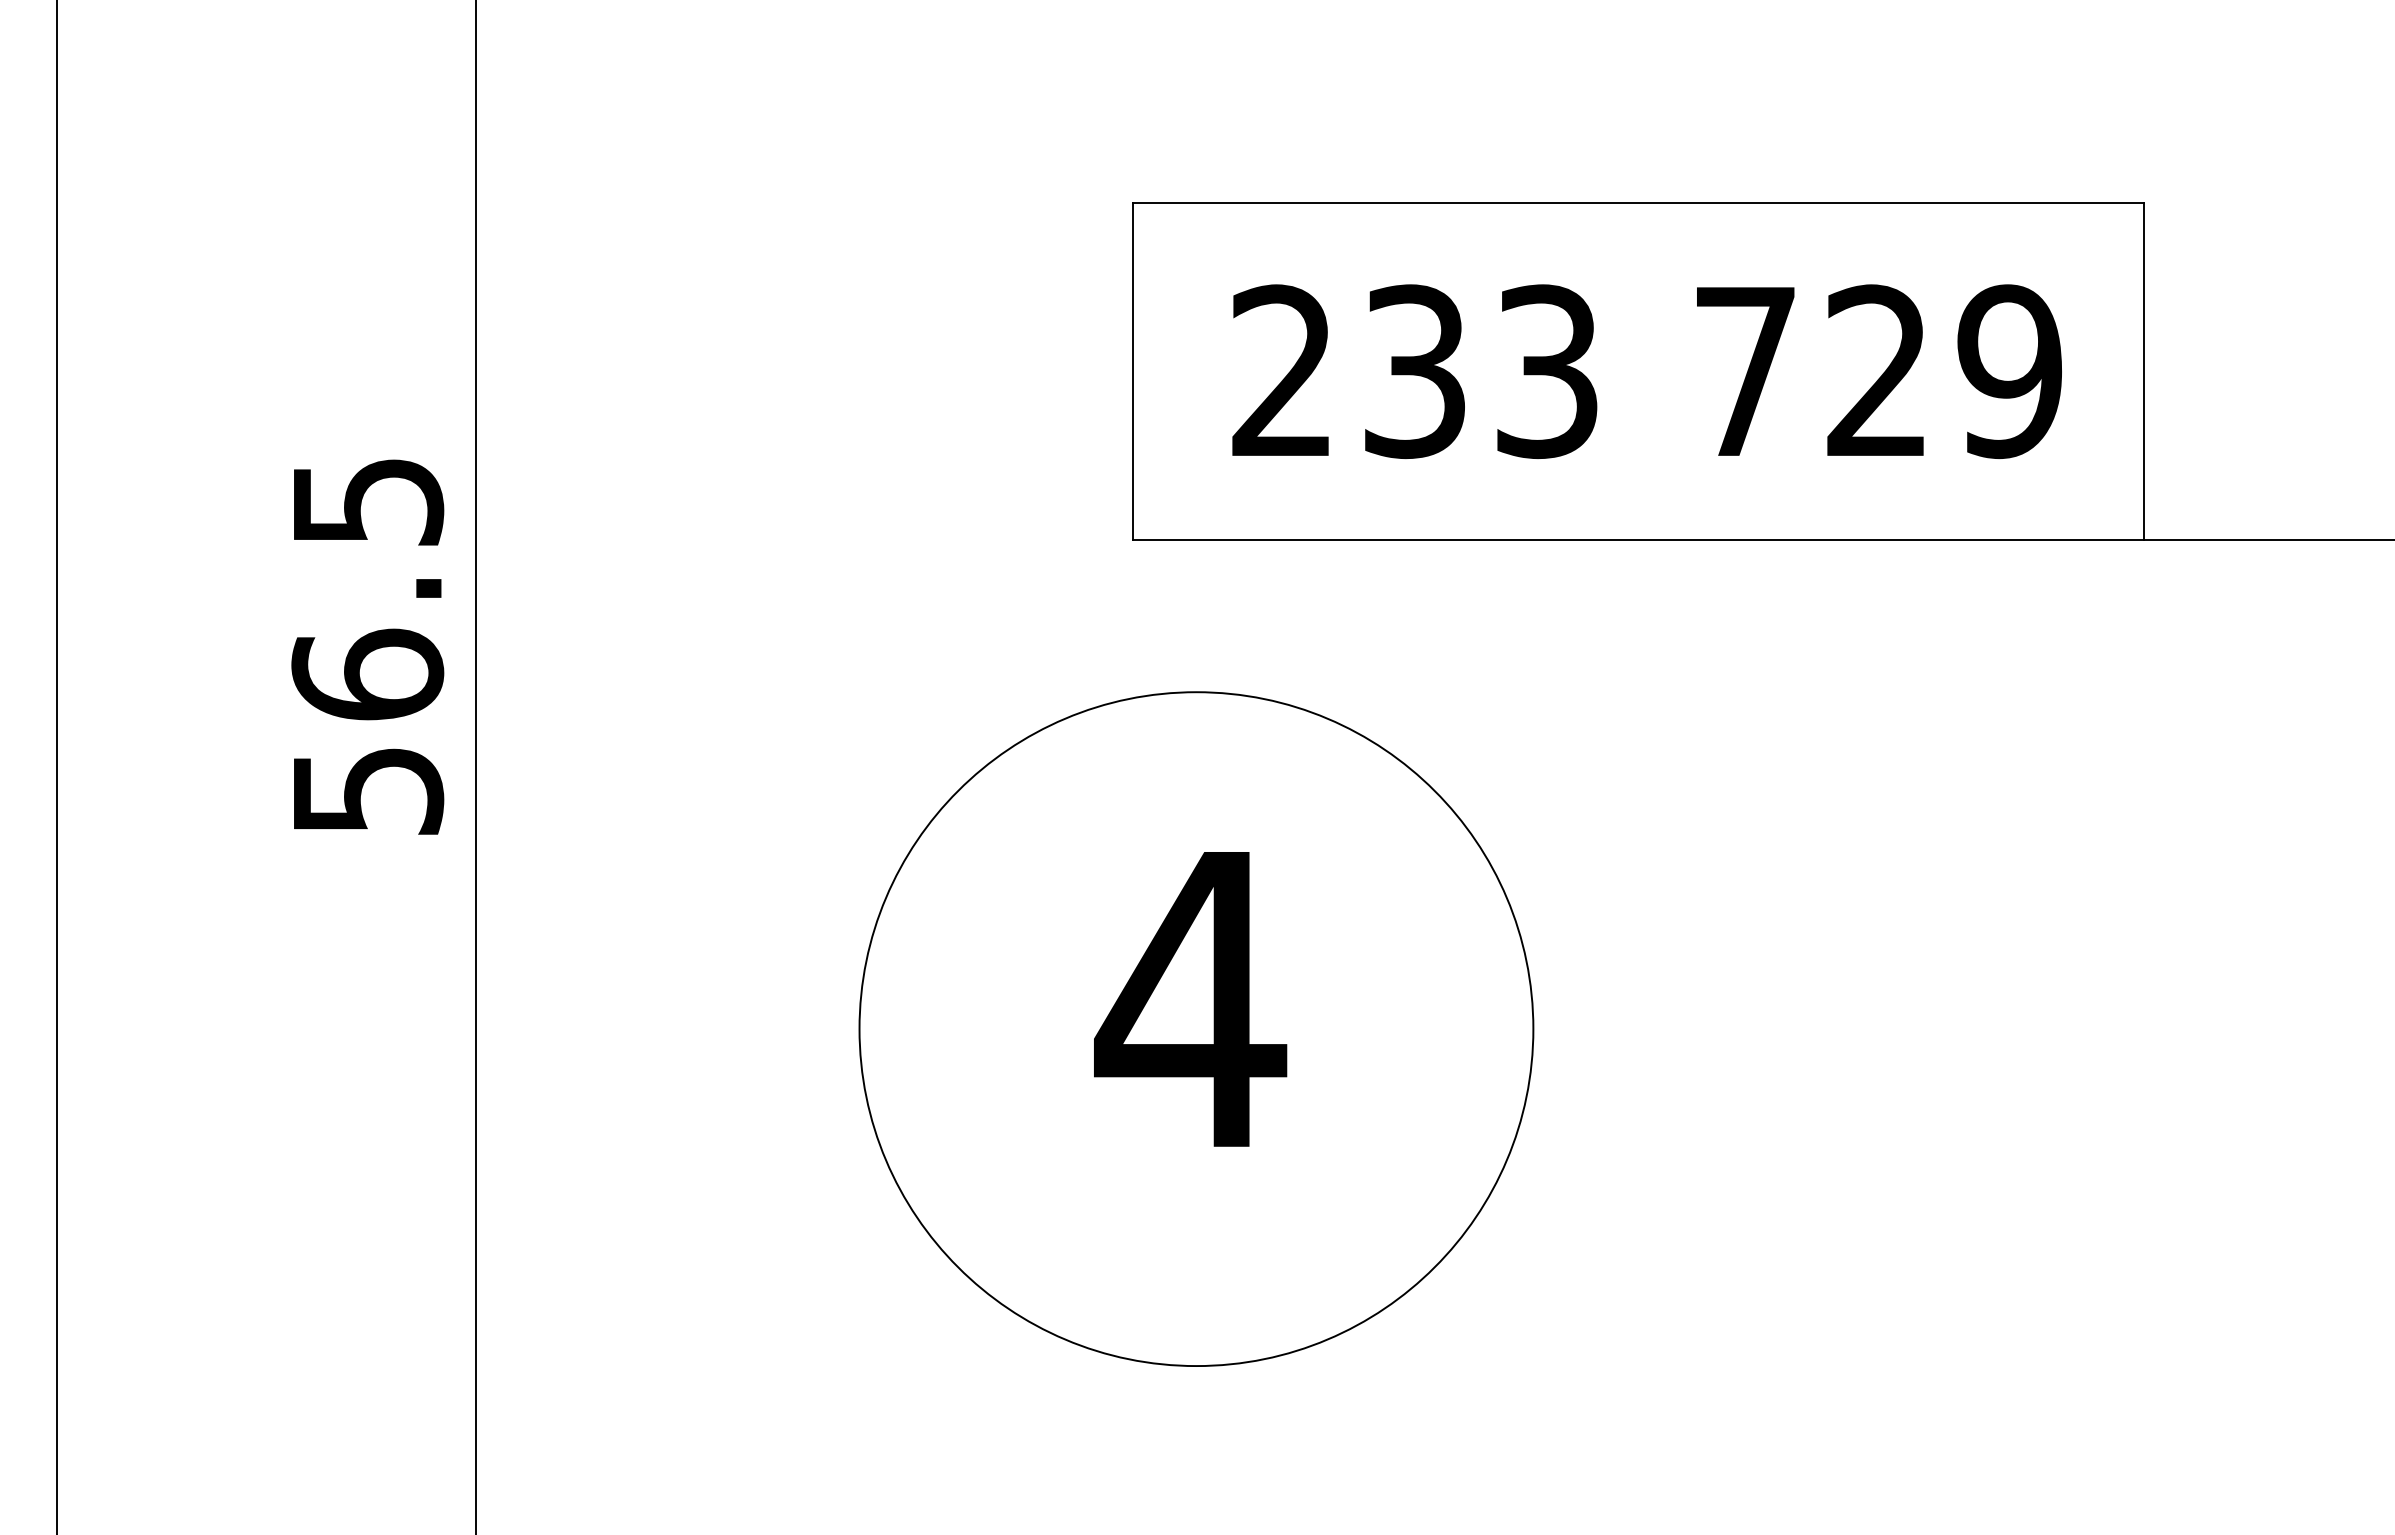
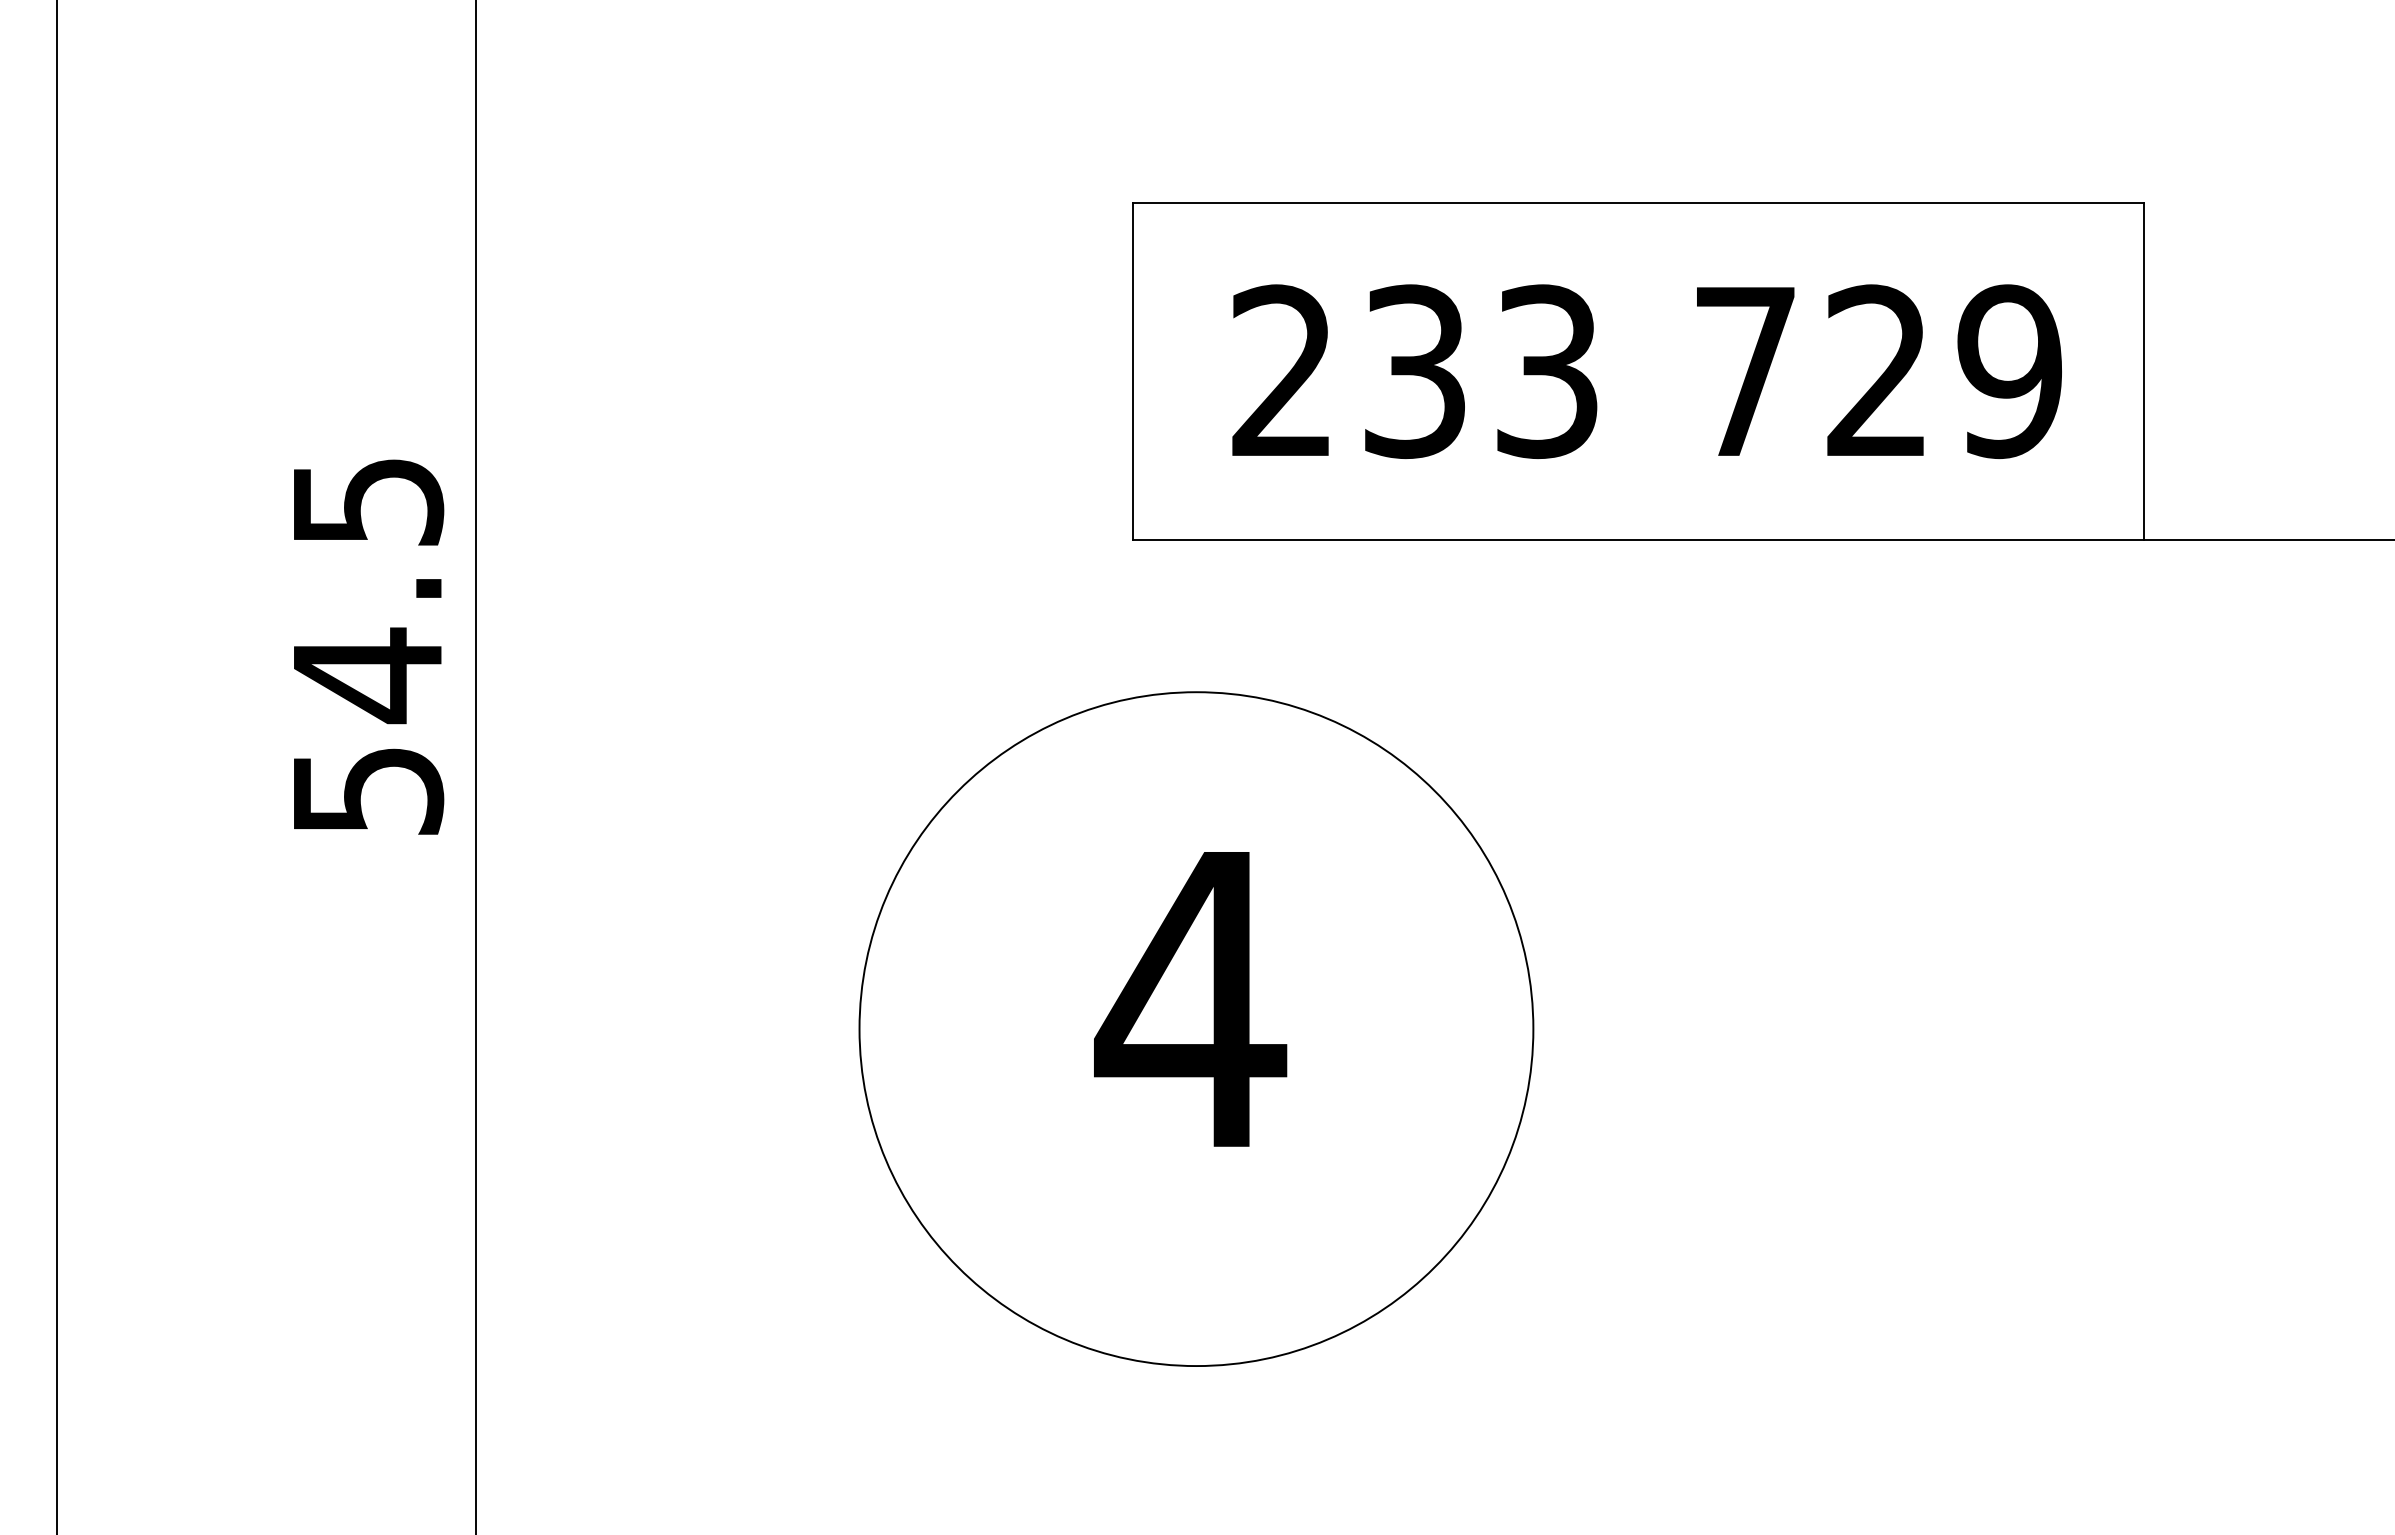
text at (367, 675): 56.5 -> 54.5
